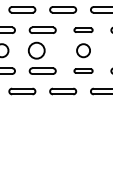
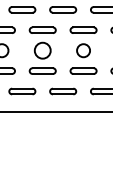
part at (83, 29) size: 21x6 px -> 29x8 px
circle at (36, 50) position: (36, 50) -> (42, 50)
part at (83, 70) size: 21x6 px -> 29x8 px
line at (55, 111): none -> present
